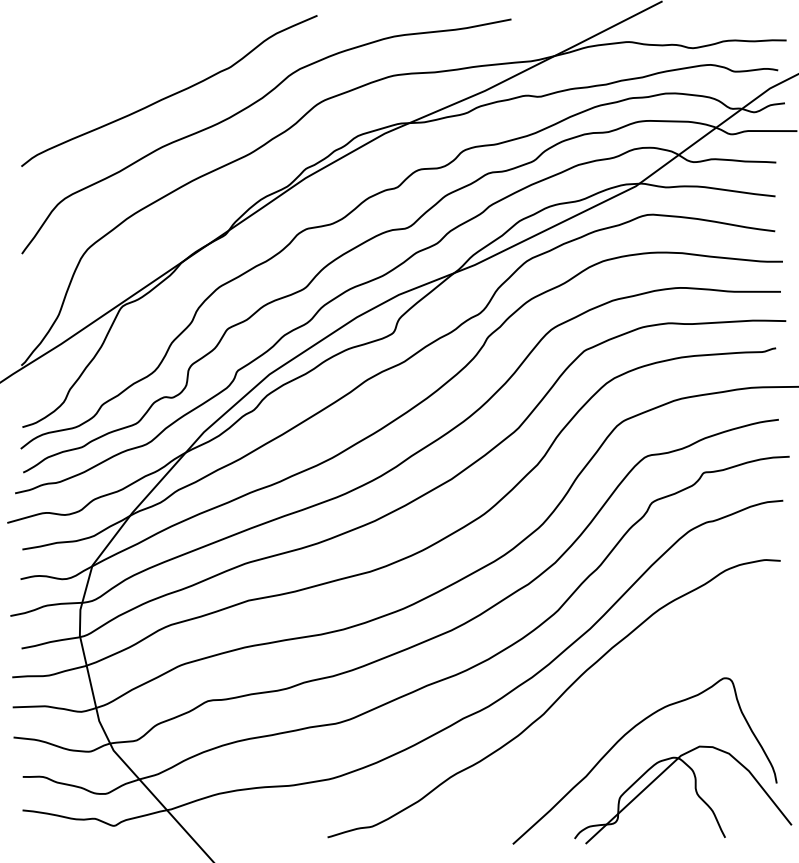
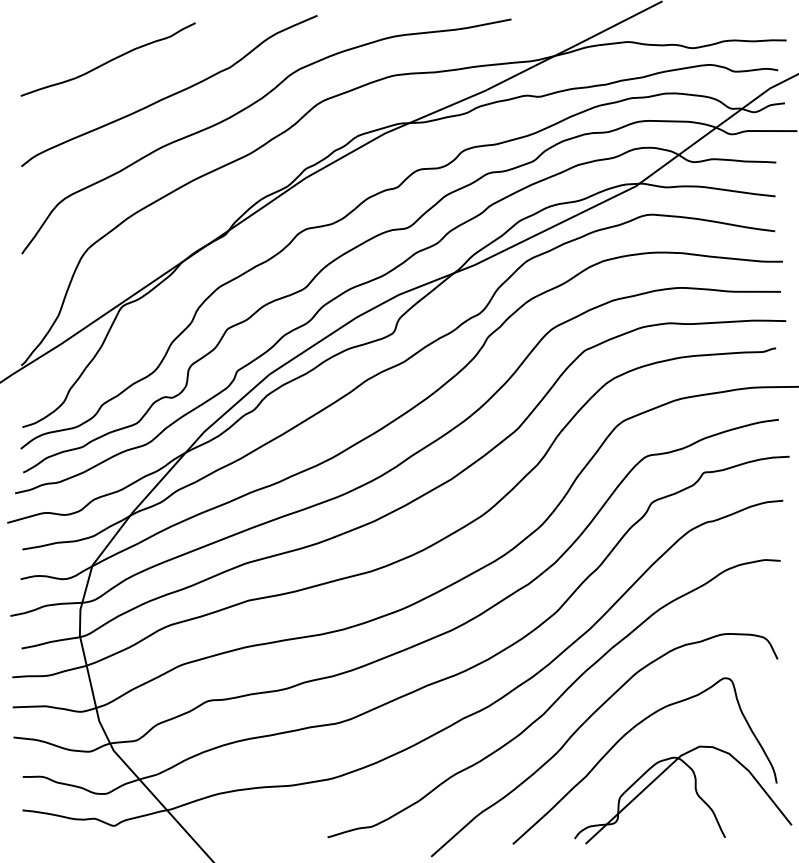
curve at (108, 60): none -> present
curve at (583, 724): none -> present
